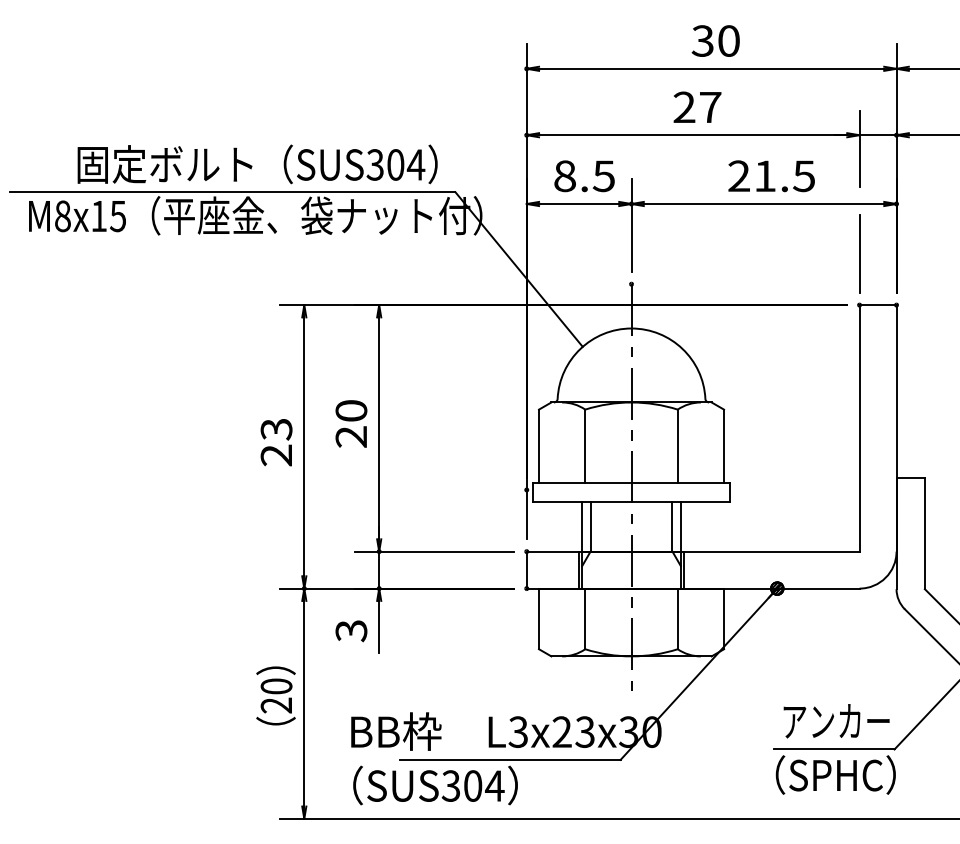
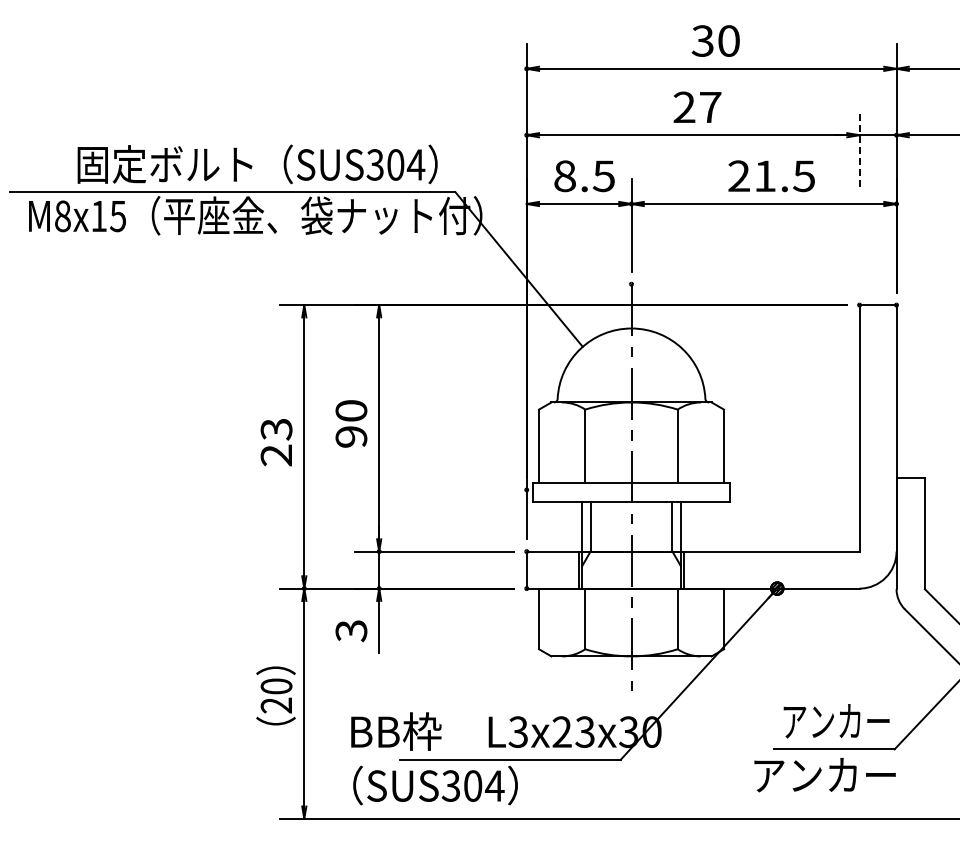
line at (859, 148): solid -> dashed
line at (859, 253): present -> none
text at (351, 436): 20 -> 90
text at (824, 774): （SPHC） -> アンカー
